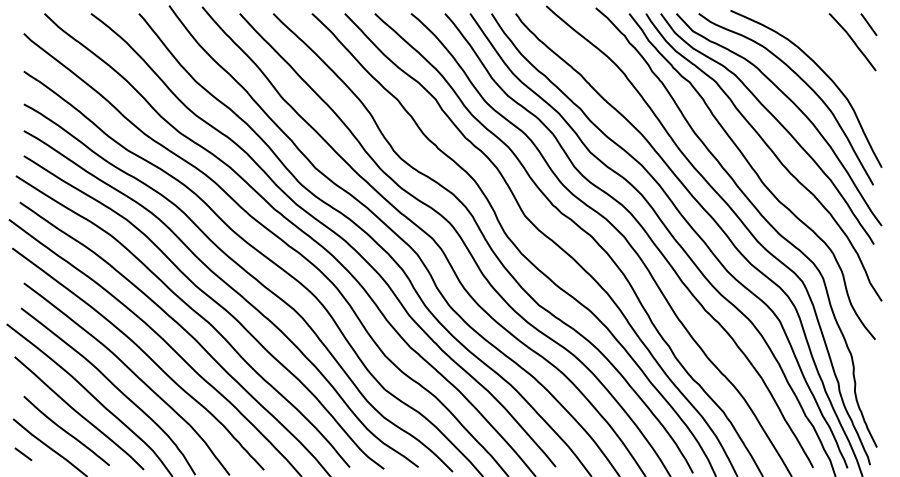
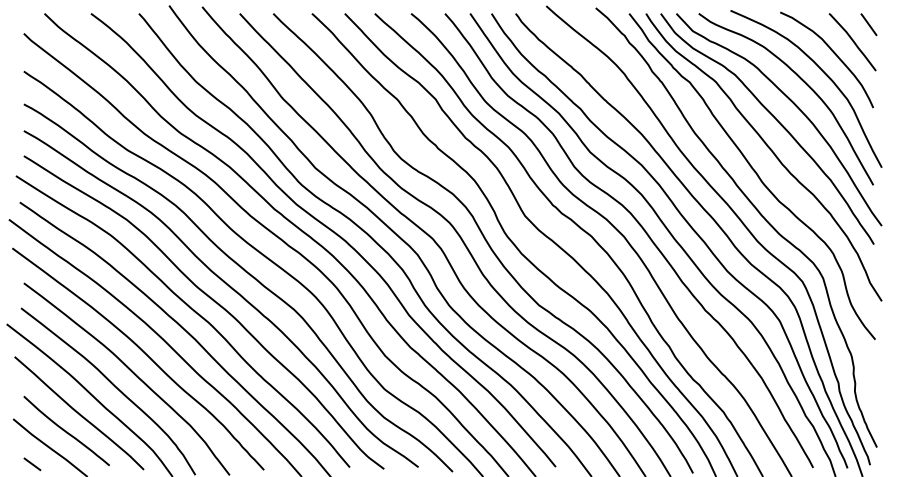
curve at (832, 52): none -> present
line at (23, 454) position: (23, 454) -> (32, 464)
